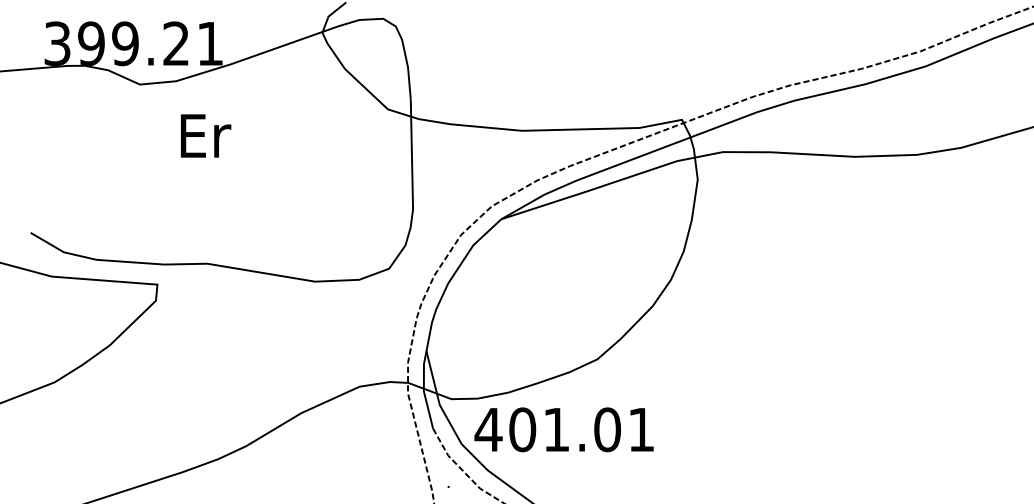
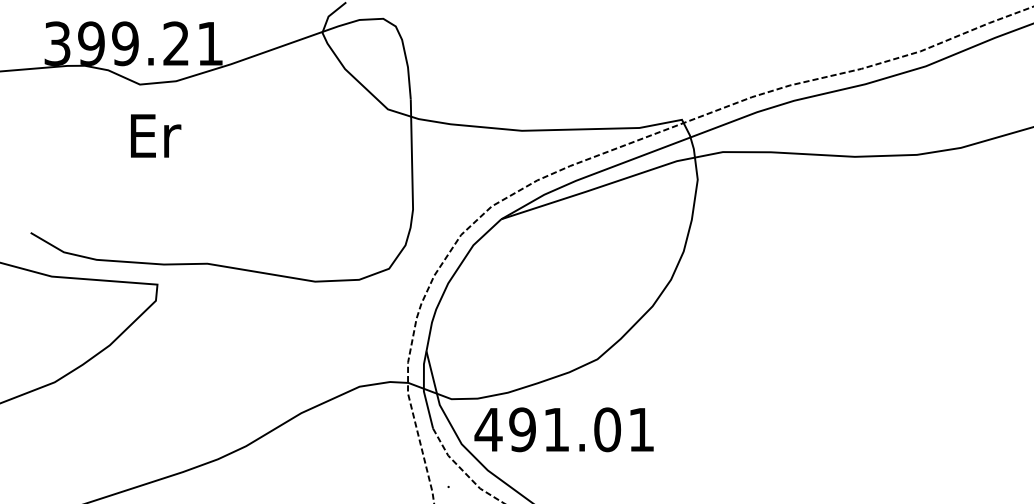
text at (206, 135) position: (206, 135) -> (156, 135)
text at (522, 429): 401.01 -> 491.01
